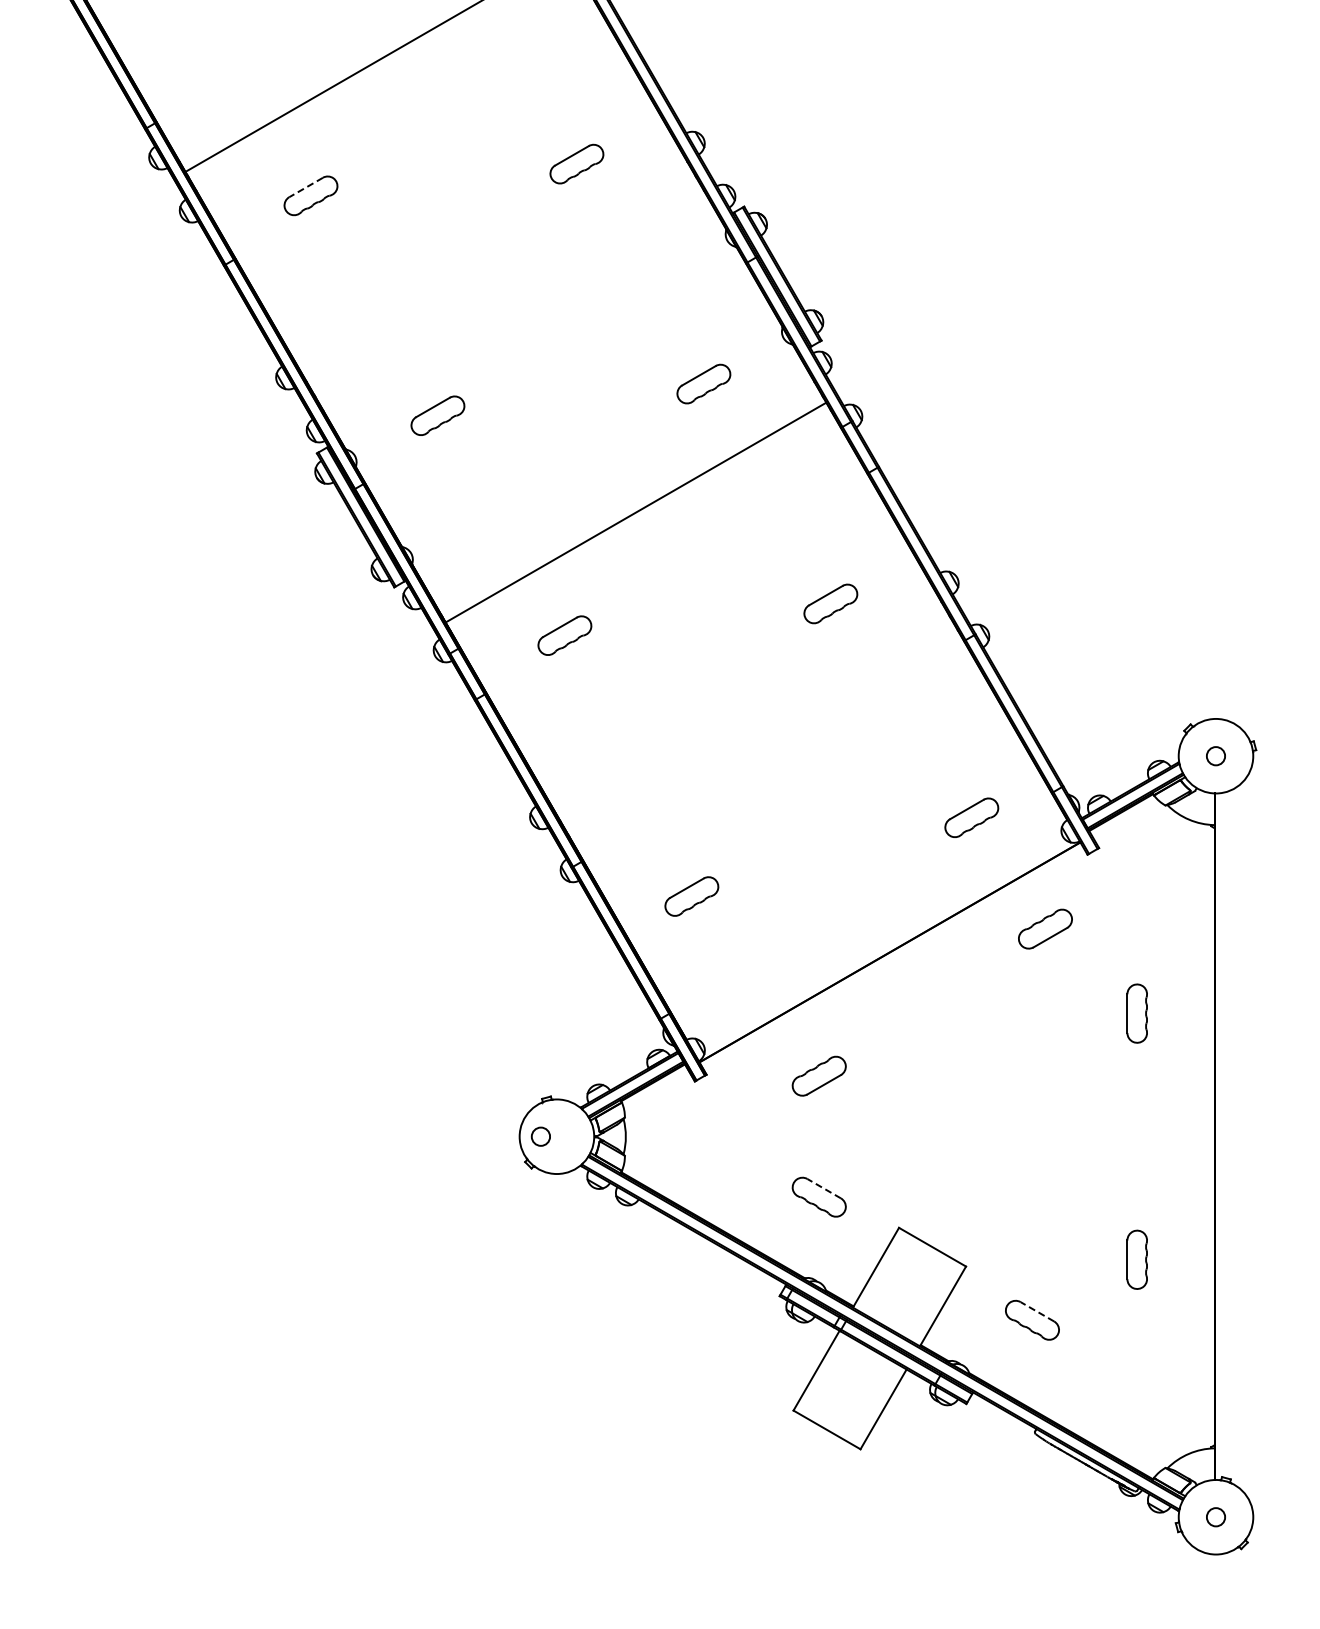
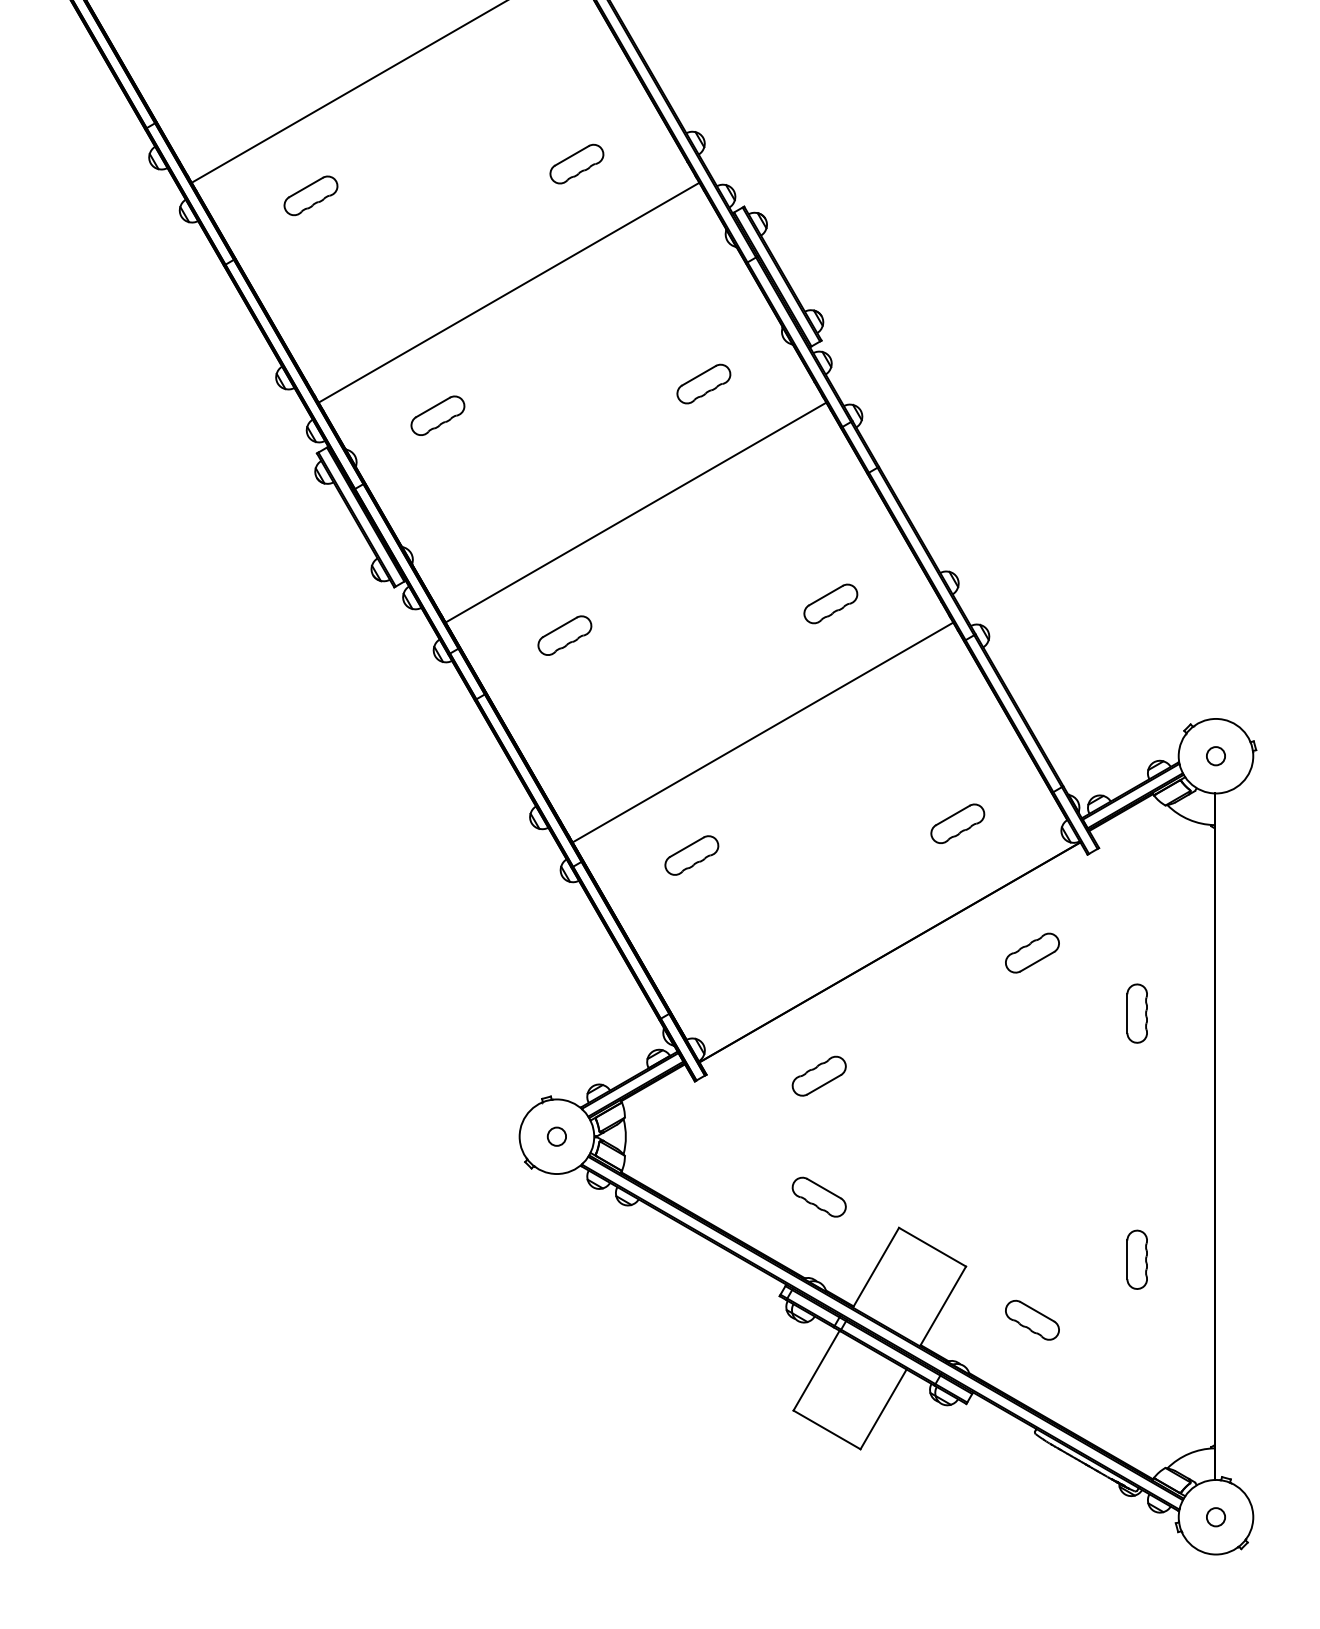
line at (332, 86) position: (332, 86) -> (347, 92)
line at (305, 187): dashed -> solid
line at (508, 292): none -> present
line at (762, 732): none -> present
part at (971, 817) position: (971, 817) -> (957, 823)
part at (691, 896) position: (691, 896) -> (691, 855)
part at (1045, 928) position: (1045, 928) -> (1032, 952)
circle at (540, 1136) position: (540, 1136) -> (556, 1136)
line at (823, 1188): dashed -> solid
line at (1036, 1311): dashed -> solid
